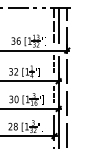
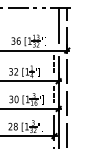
line at (54, 25): present -> none
